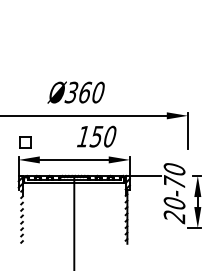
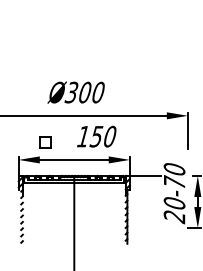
text at (85, 92): Ø360 -> Ø300
part at (25, 142) position: (25, 142) -> (45, 142)
